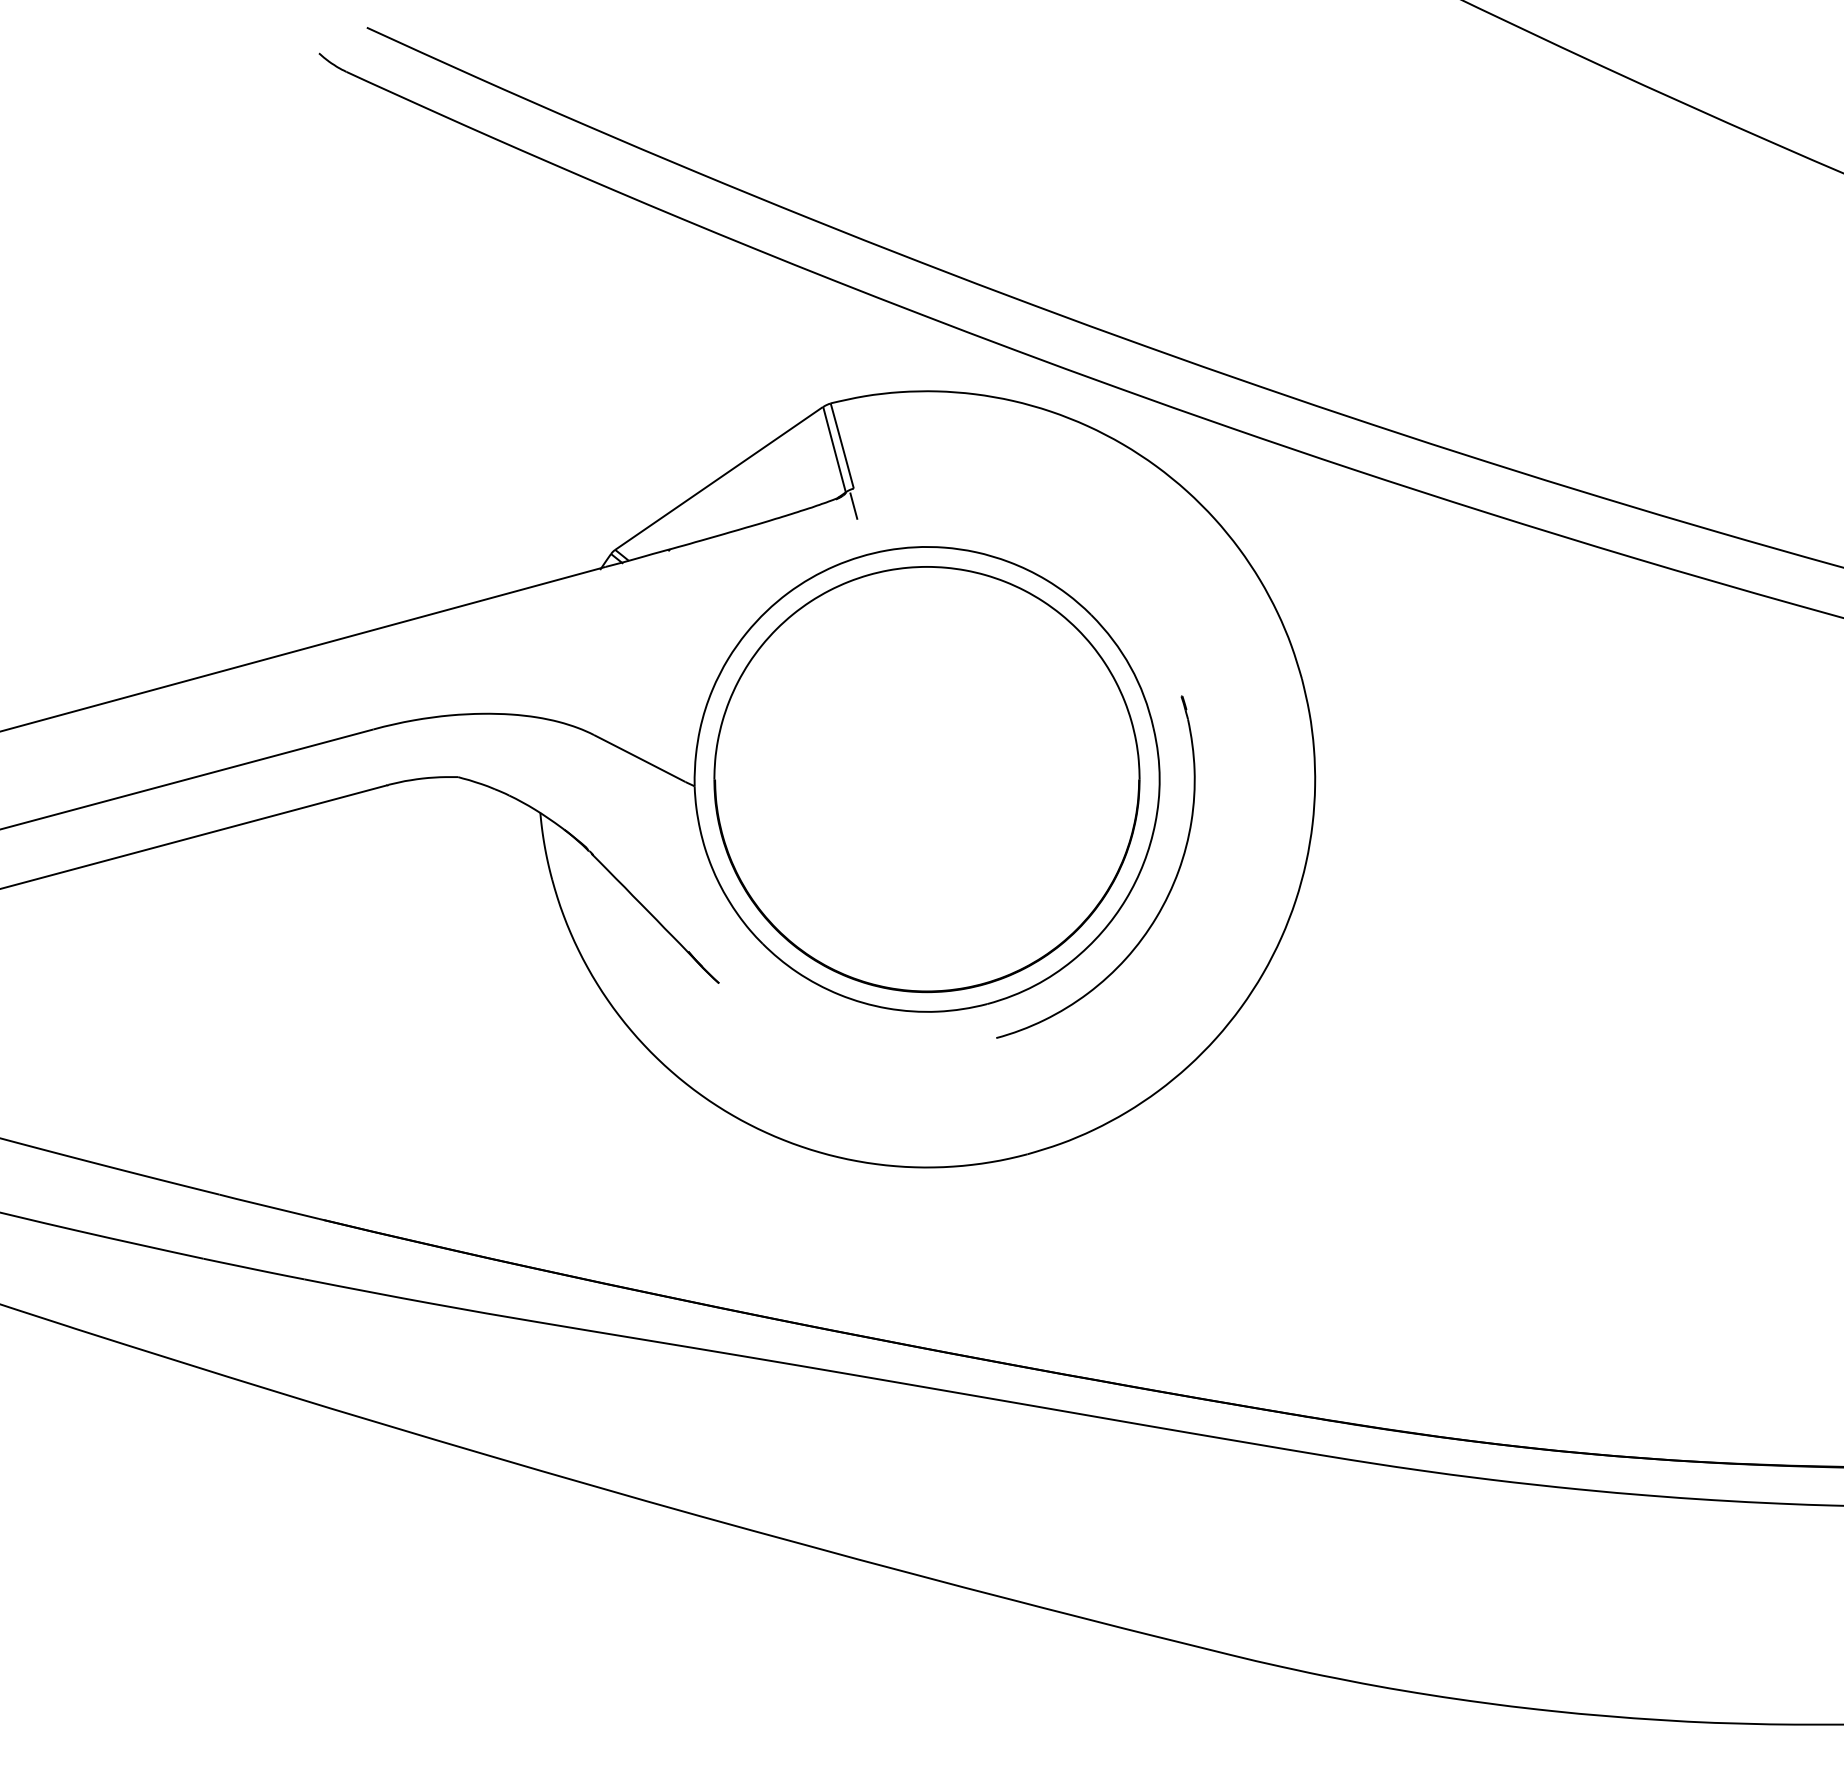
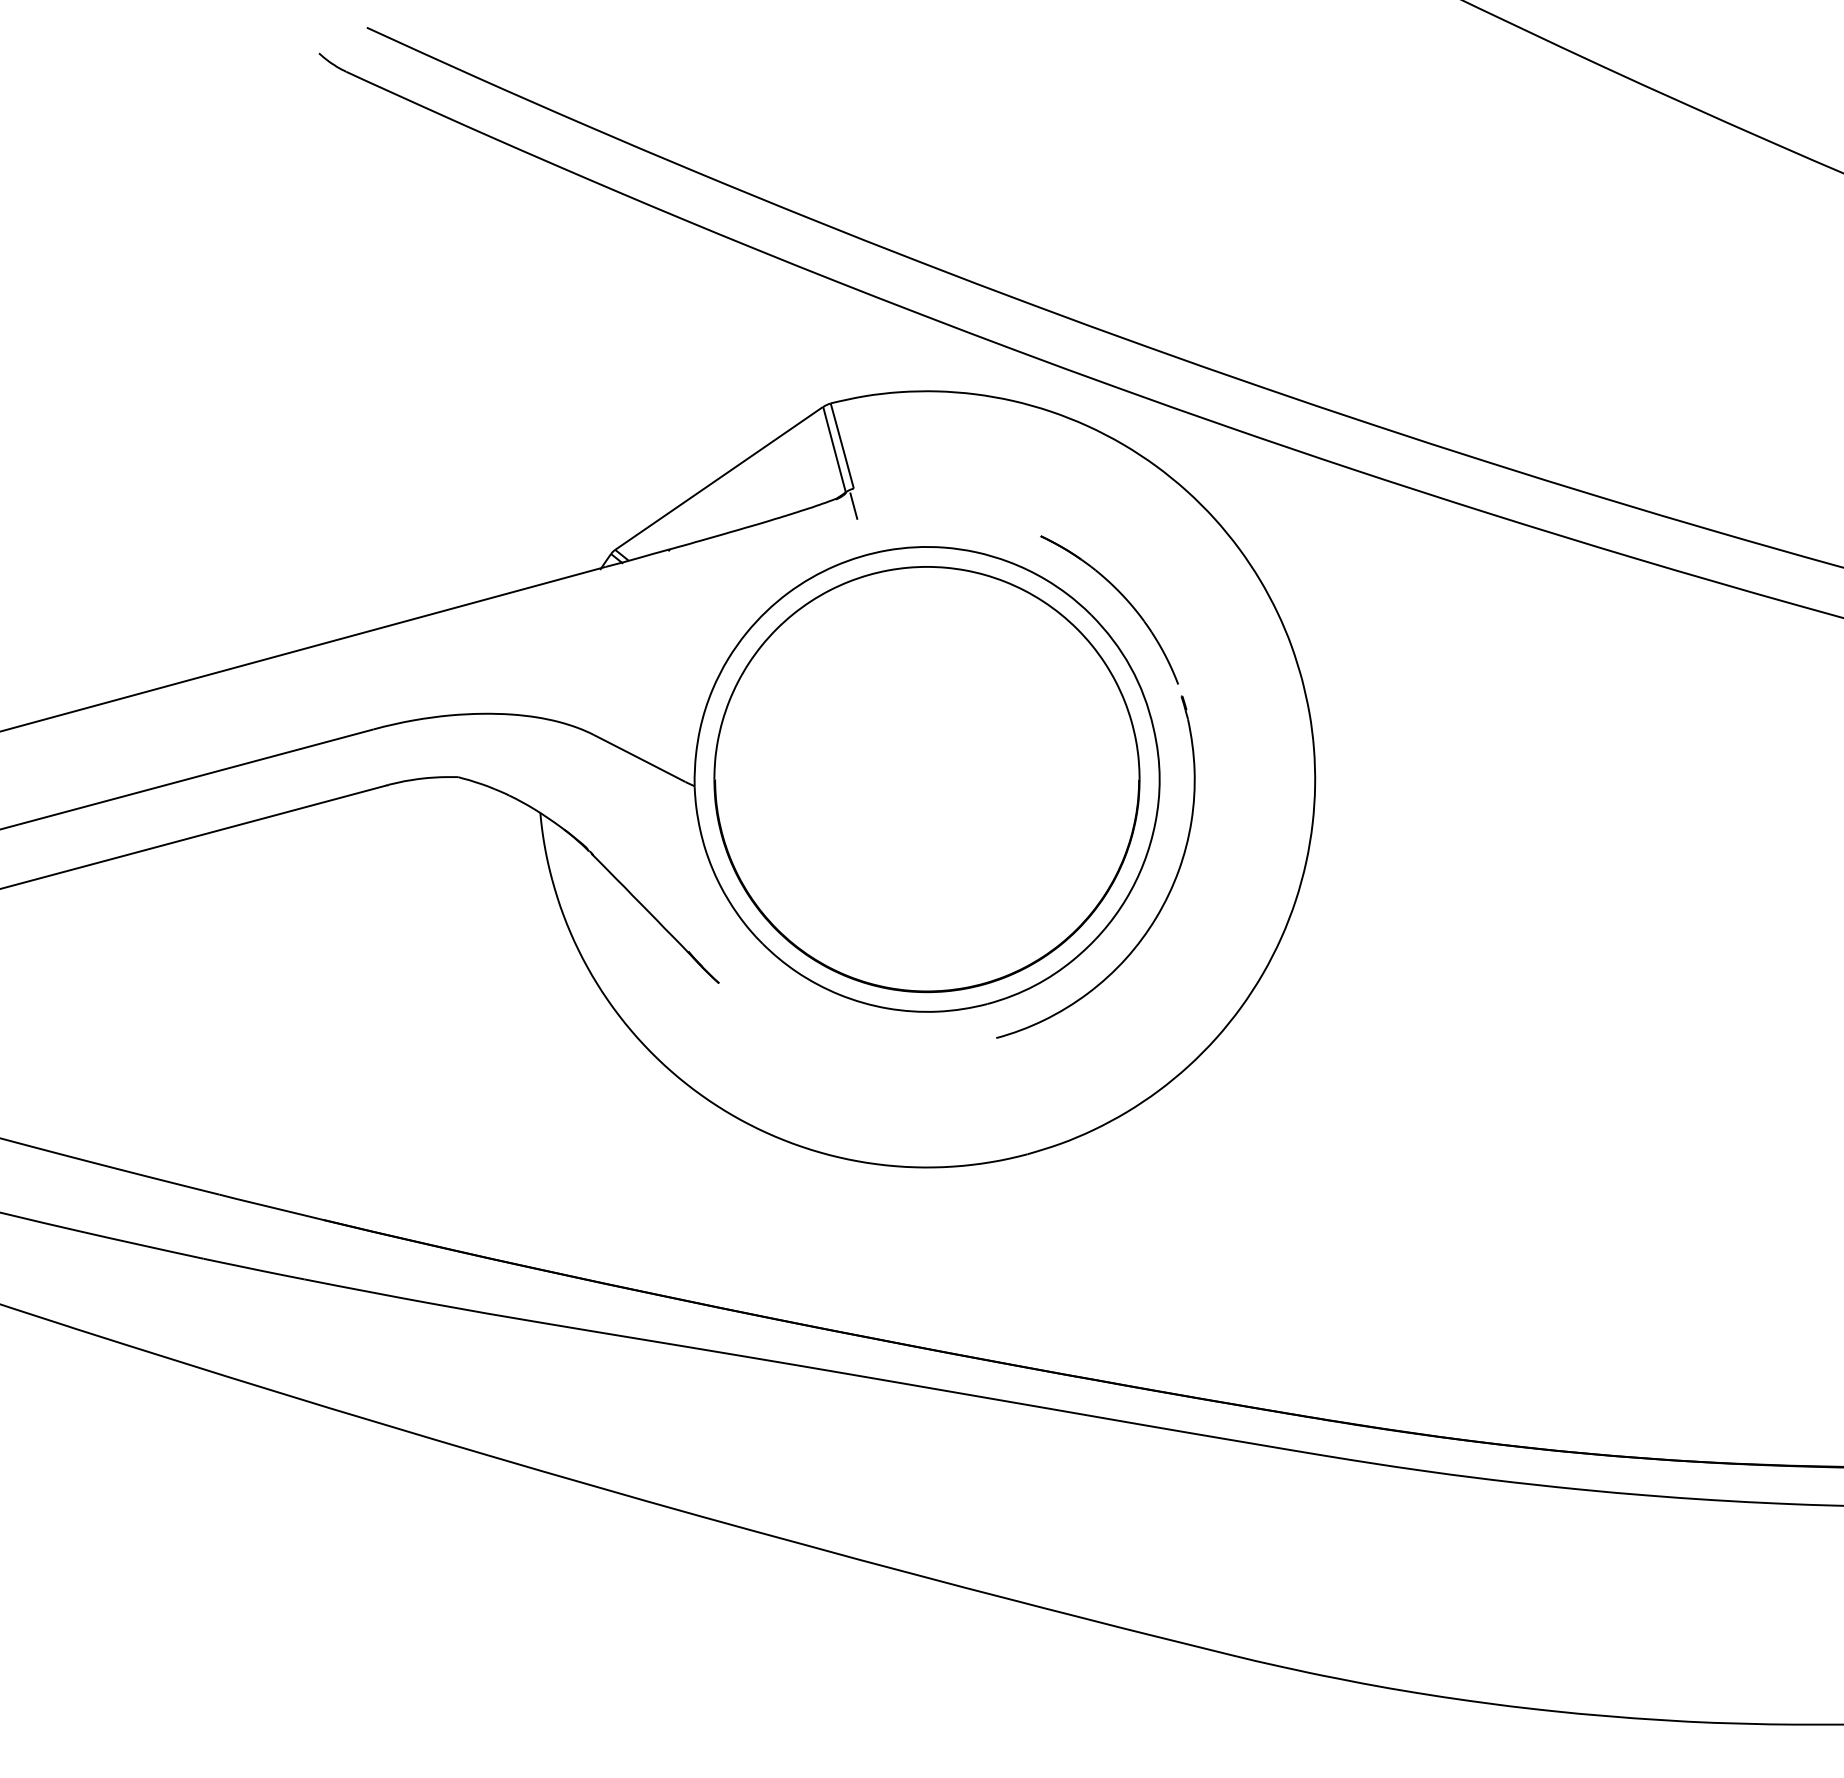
part at (1122, 596): none -> present
